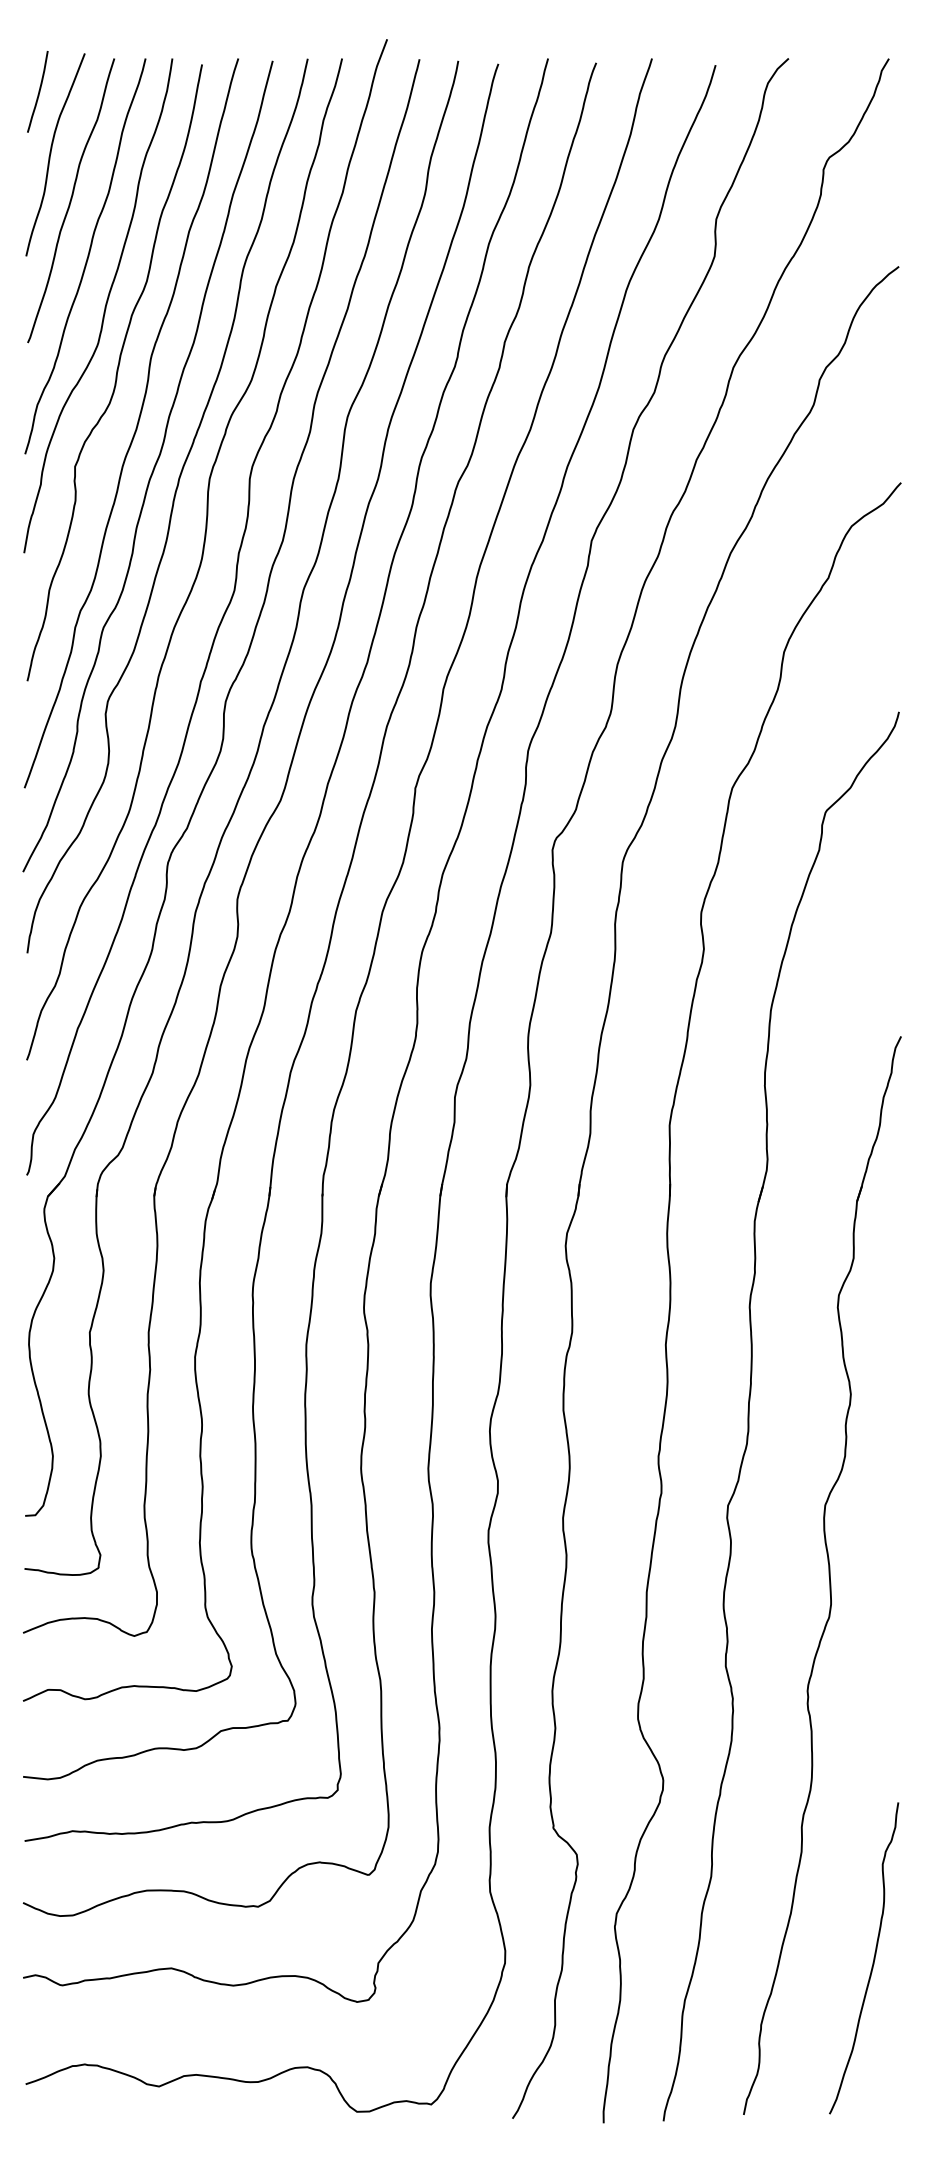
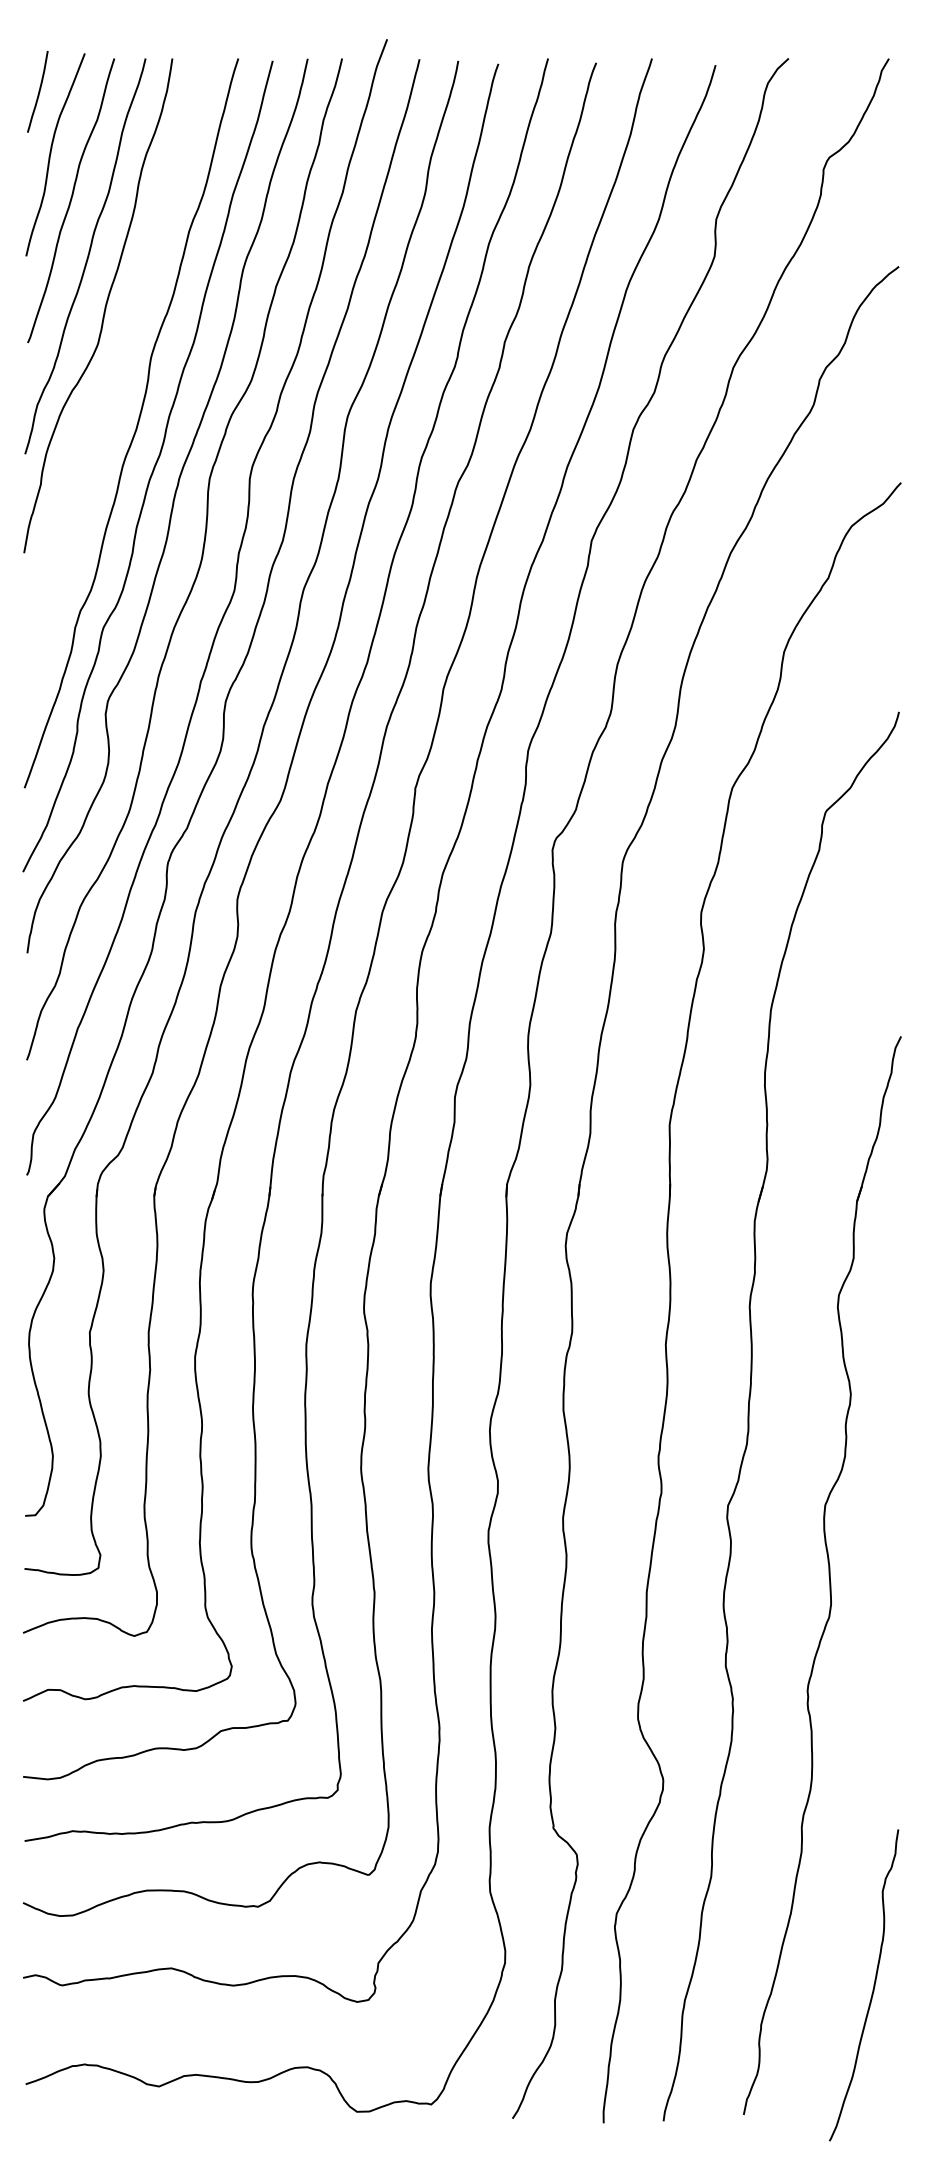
curve at (116, 372): present -> none
curve at (872, 1962) position: (872, 1962) -> (872, 1989)
